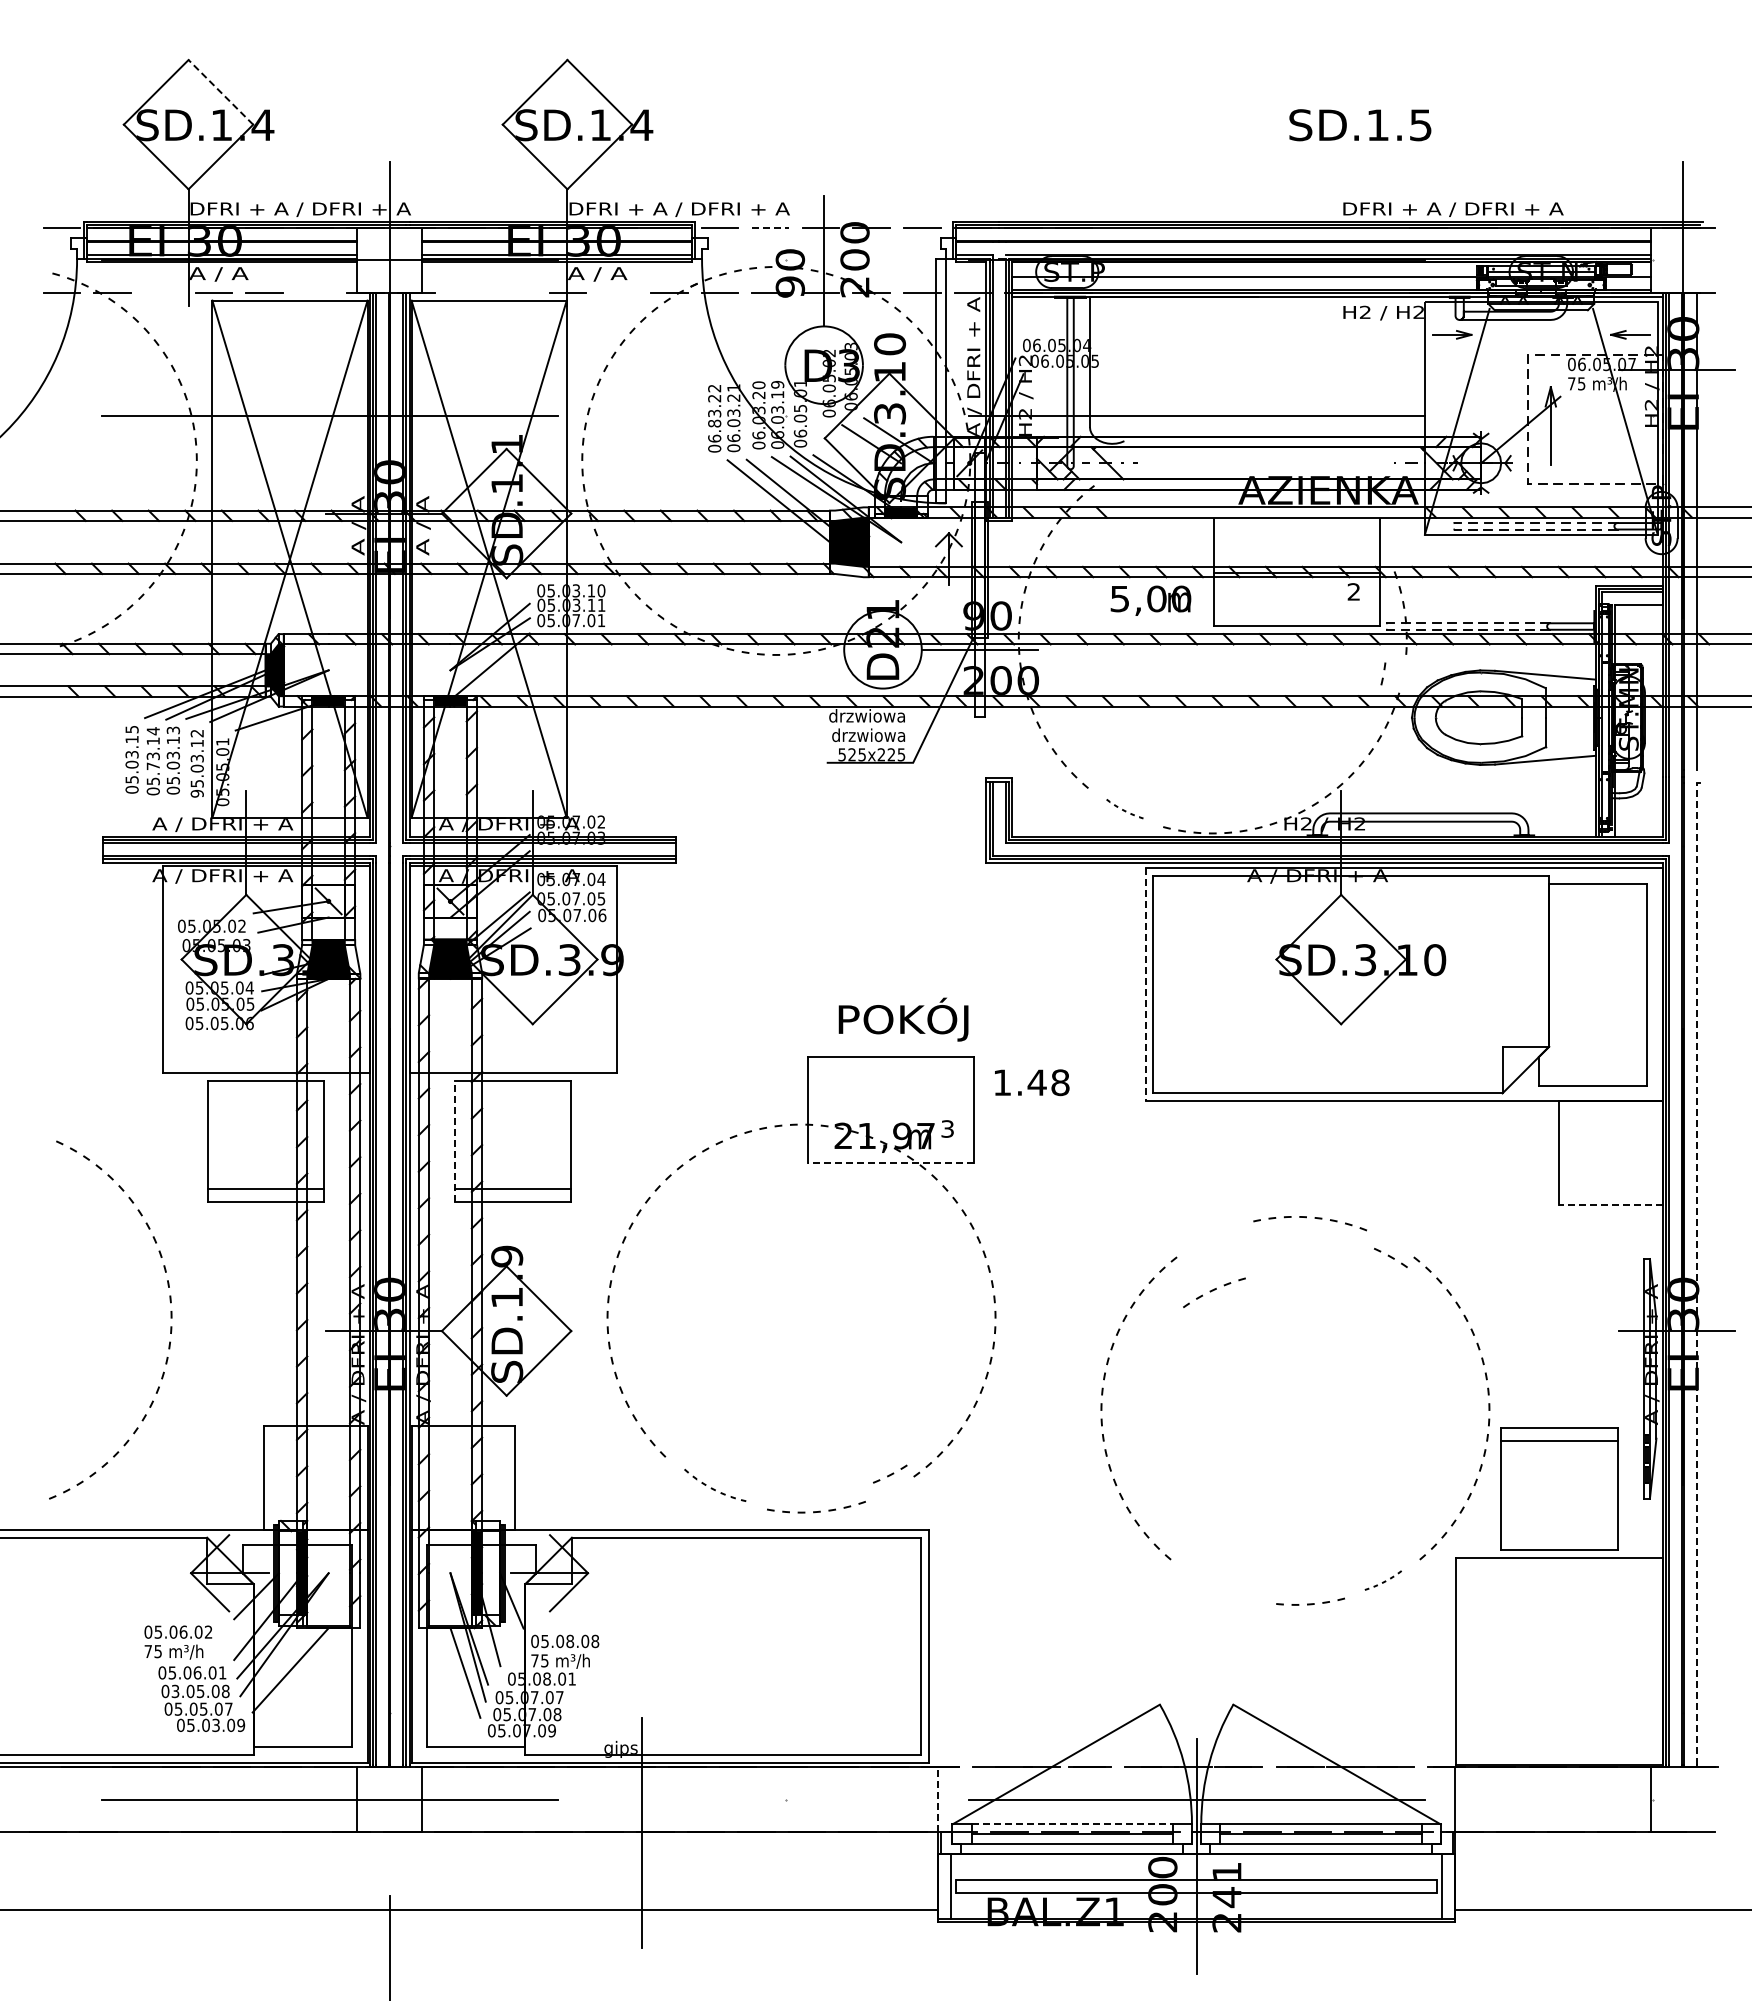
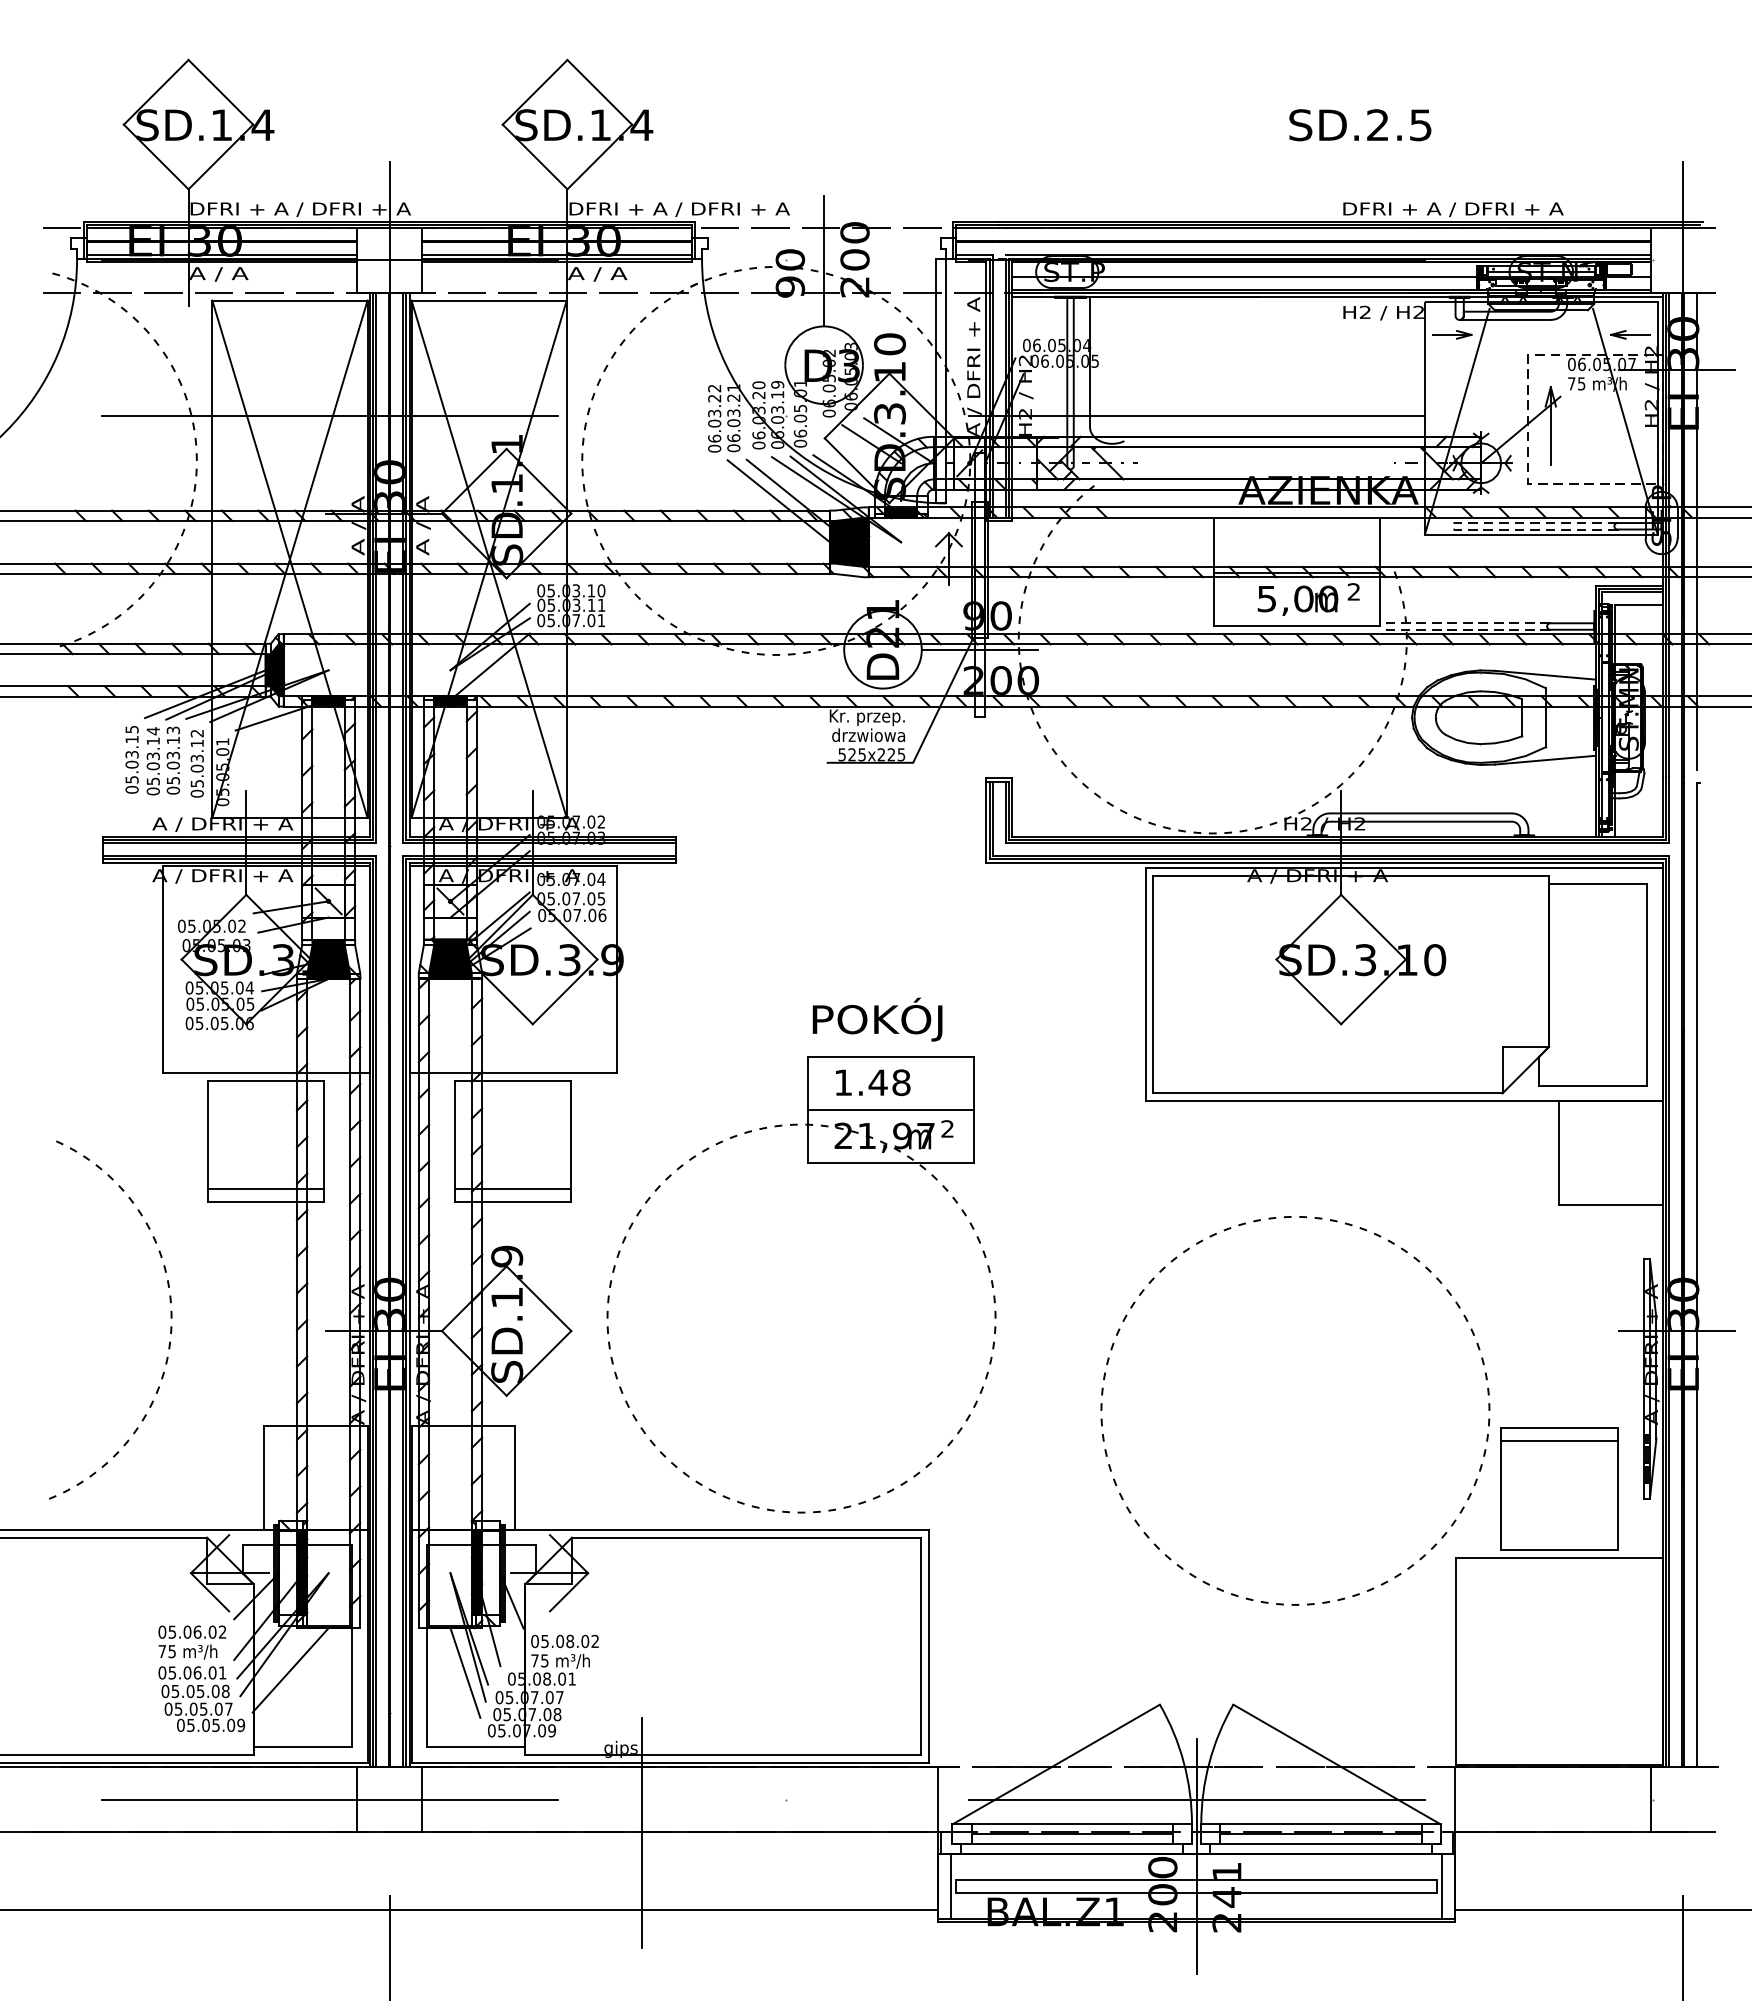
line at (220, 92): dashed -> solid
text at (1377, 124): SD.1.5 -> SD.2.5
line at (770, 228): dashed -> solid
line at (163, 292): none -> present
line at (314, 292): none -> present
line at (466, 292): none -> present
line at (517, 292): none -> present
line at (618, 292): none -> present
text at (714, 423): 06.83.22 -> 06.03.22
text at (1150, 600) position: (1150, 600) -> (1297, 600)
part at (1383, 673) position: (1383, 673) -> (1403, 673)
text at (866, 717): drzwiowa -> Kr. przep.
text at (152, 766): 05.73.14 -> 05.03.14
text at (197, 793): 95.03.12 -> 05.03.12
part at (1124, 809) size: 38x21 px -> 62x34 px
line at (1145, 985): dashed -> solid
text at (903, 1019) position: (903, 1019) -> (877, 1019)
text at (1032, 1082) position: (1032, 1082) -> (873, 1082)
line at (890, 1109): none -> present
text at (947, 1128): 3 -> 2
line at (454, 1141): dashed -> solid
line at (891, 1163): dashed -> solid
line at (1611, 1204): dashed -> solid
part at (1390, 1257) position: (1390, 1257) -> (1390, 1242)
line at (1696, 1273): dashed -> solid
part at (1214, 1292) position: (1214, 1292) -> (1214, 1237)
part at (890, 1473) position: (890, 1473) -> (890, 1489)
part at (715, 1484) size: 63x34 px -> 89x47 px
part at (1382, 1580) size: 38x21 px -> 63x33 px
part at (1222, 1583): none -> present
text at (595, 1641): 05.08.08 -> 05.08.02
text at (178, 1642) position: (178, 1642) -> (192, 1642)
text at (175, 1690): 03.05.08 -> 05.05.08
text at (215, 1724): 05.03.09 -> 05.05.09
line at (937, 1799): dashed -> solid
line at (1072, 1824): dashed -> solid
line at (1682, 1946): none -> present
